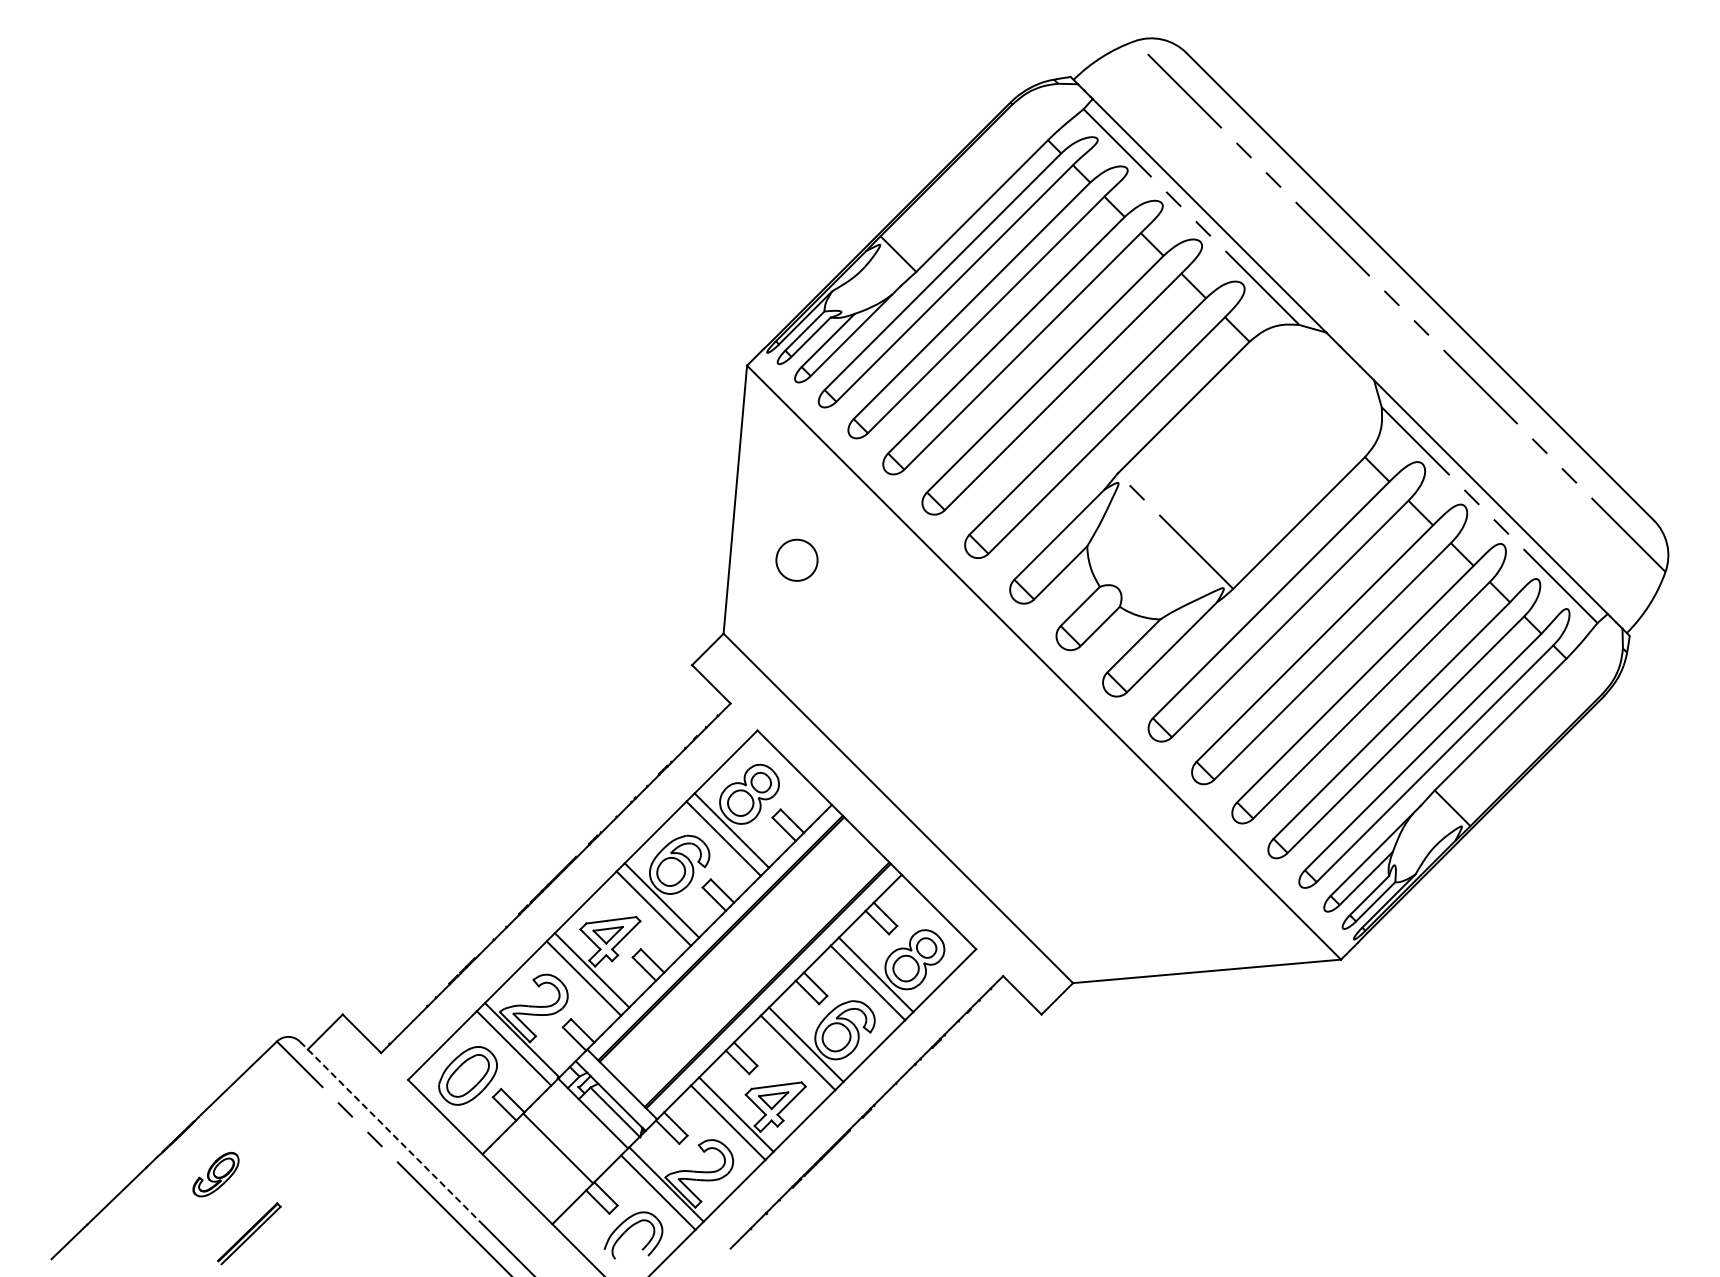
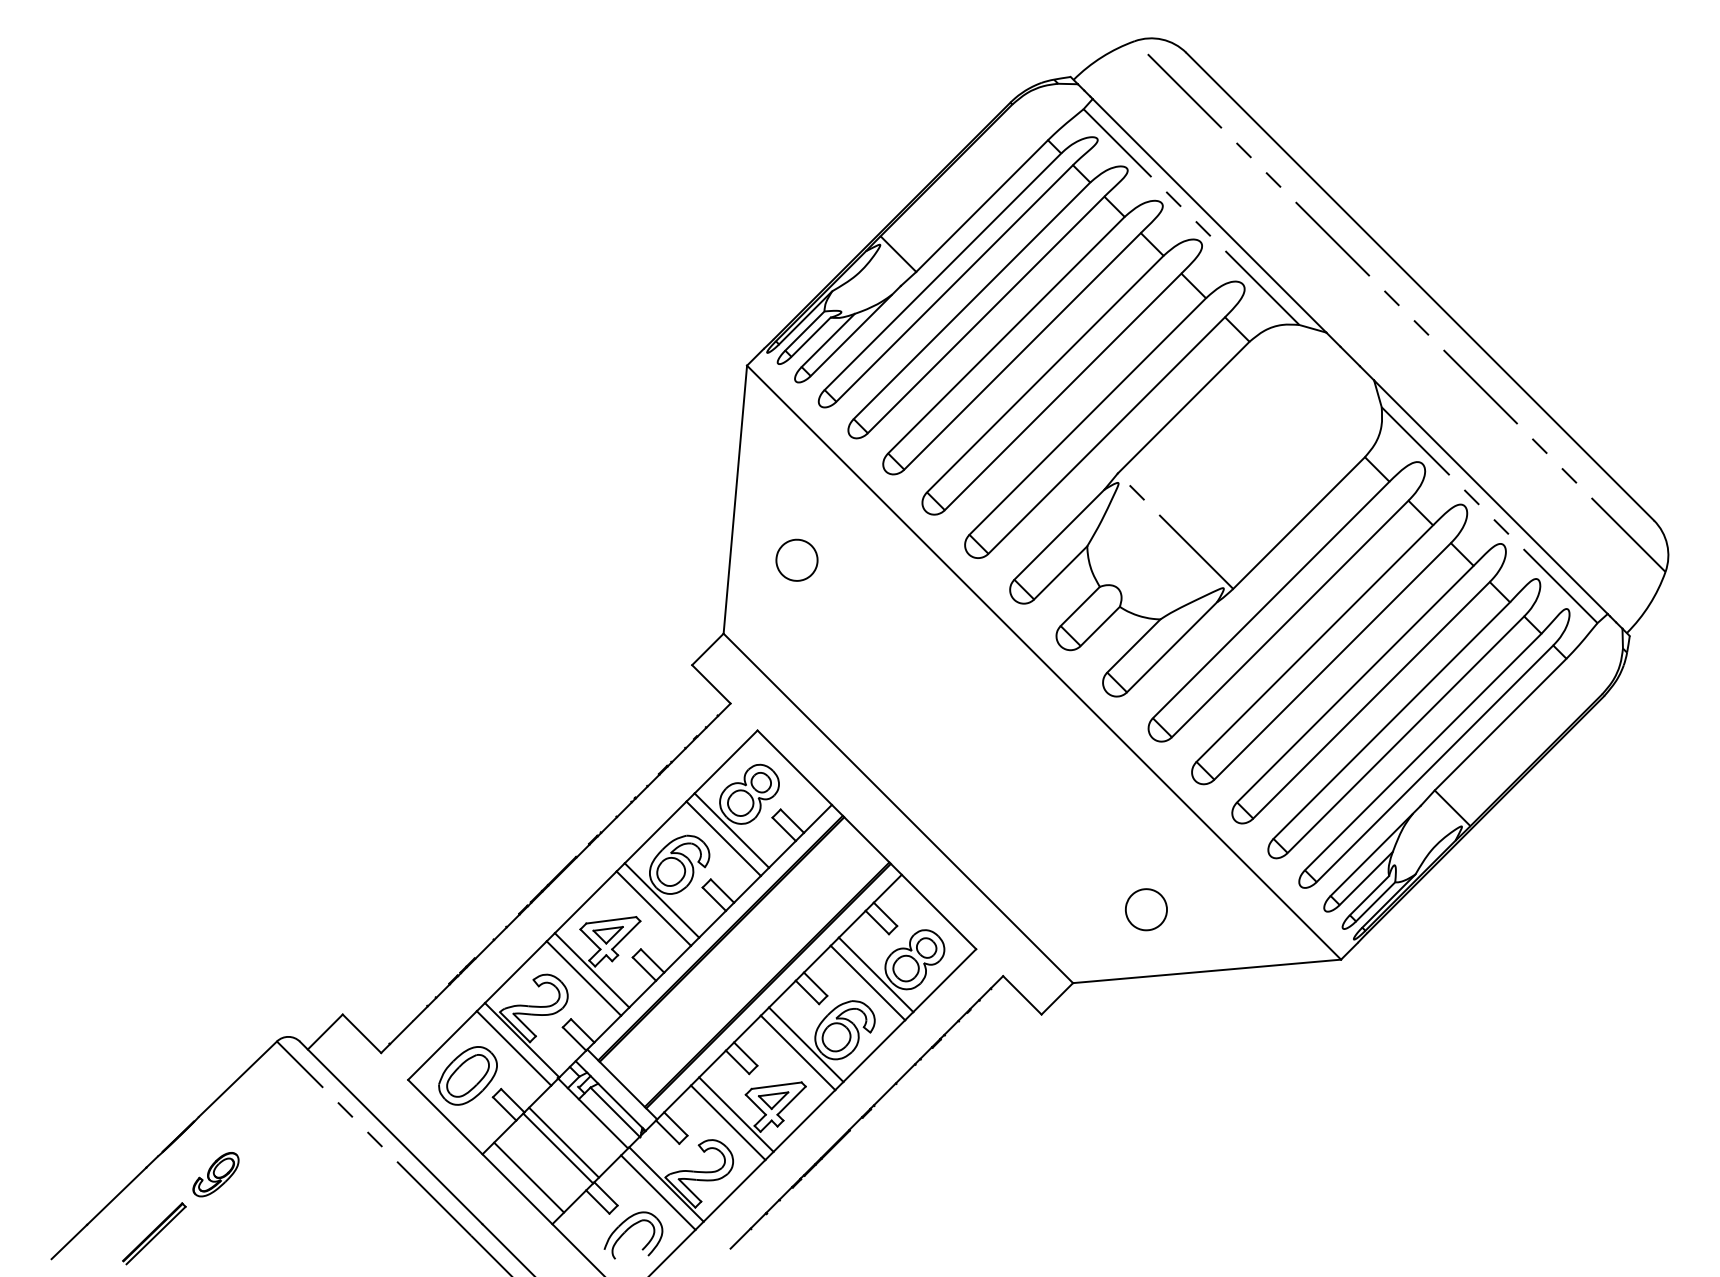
part at (1146, 909): none -> present
line at (391, 1133): dashed -> solid
line at (564, 1142): none -> present
line at (529, 1177): none -> present
part at (249, 1233) position: (249, 1233) -> (154, 1233)
